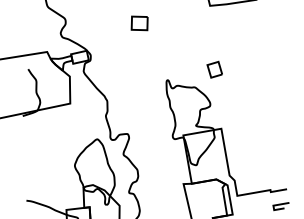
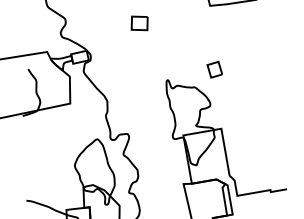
line at (280, 205): present -> none
